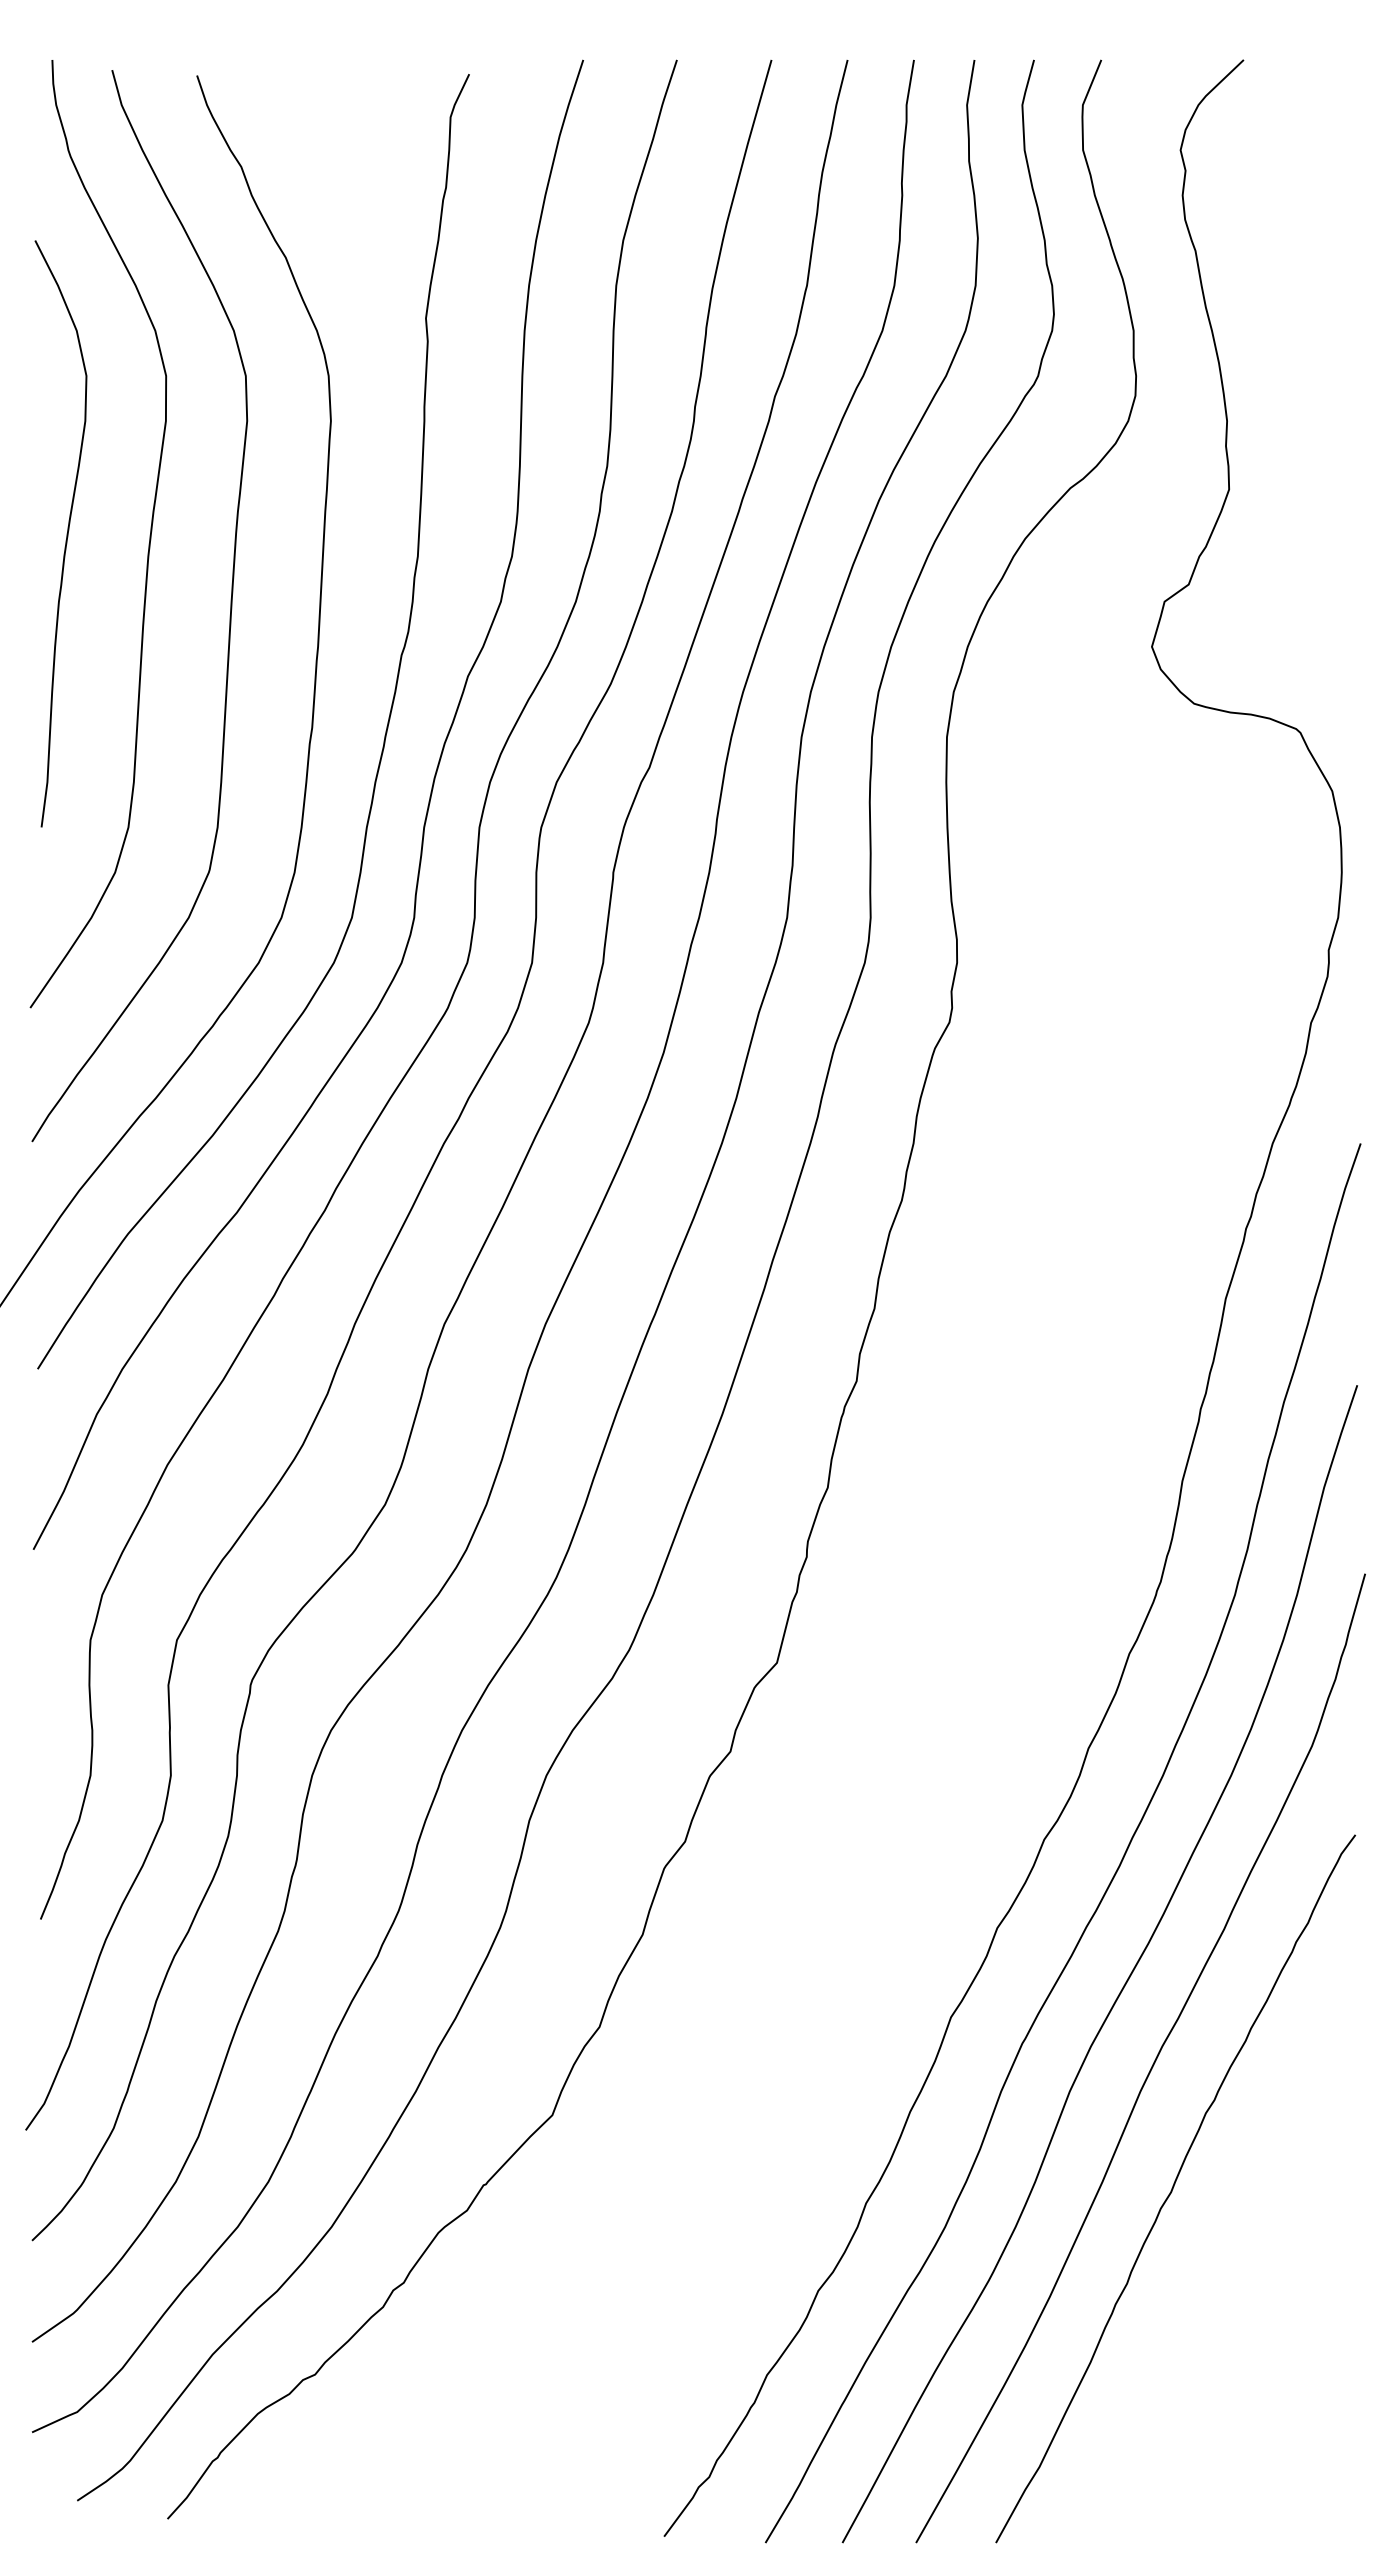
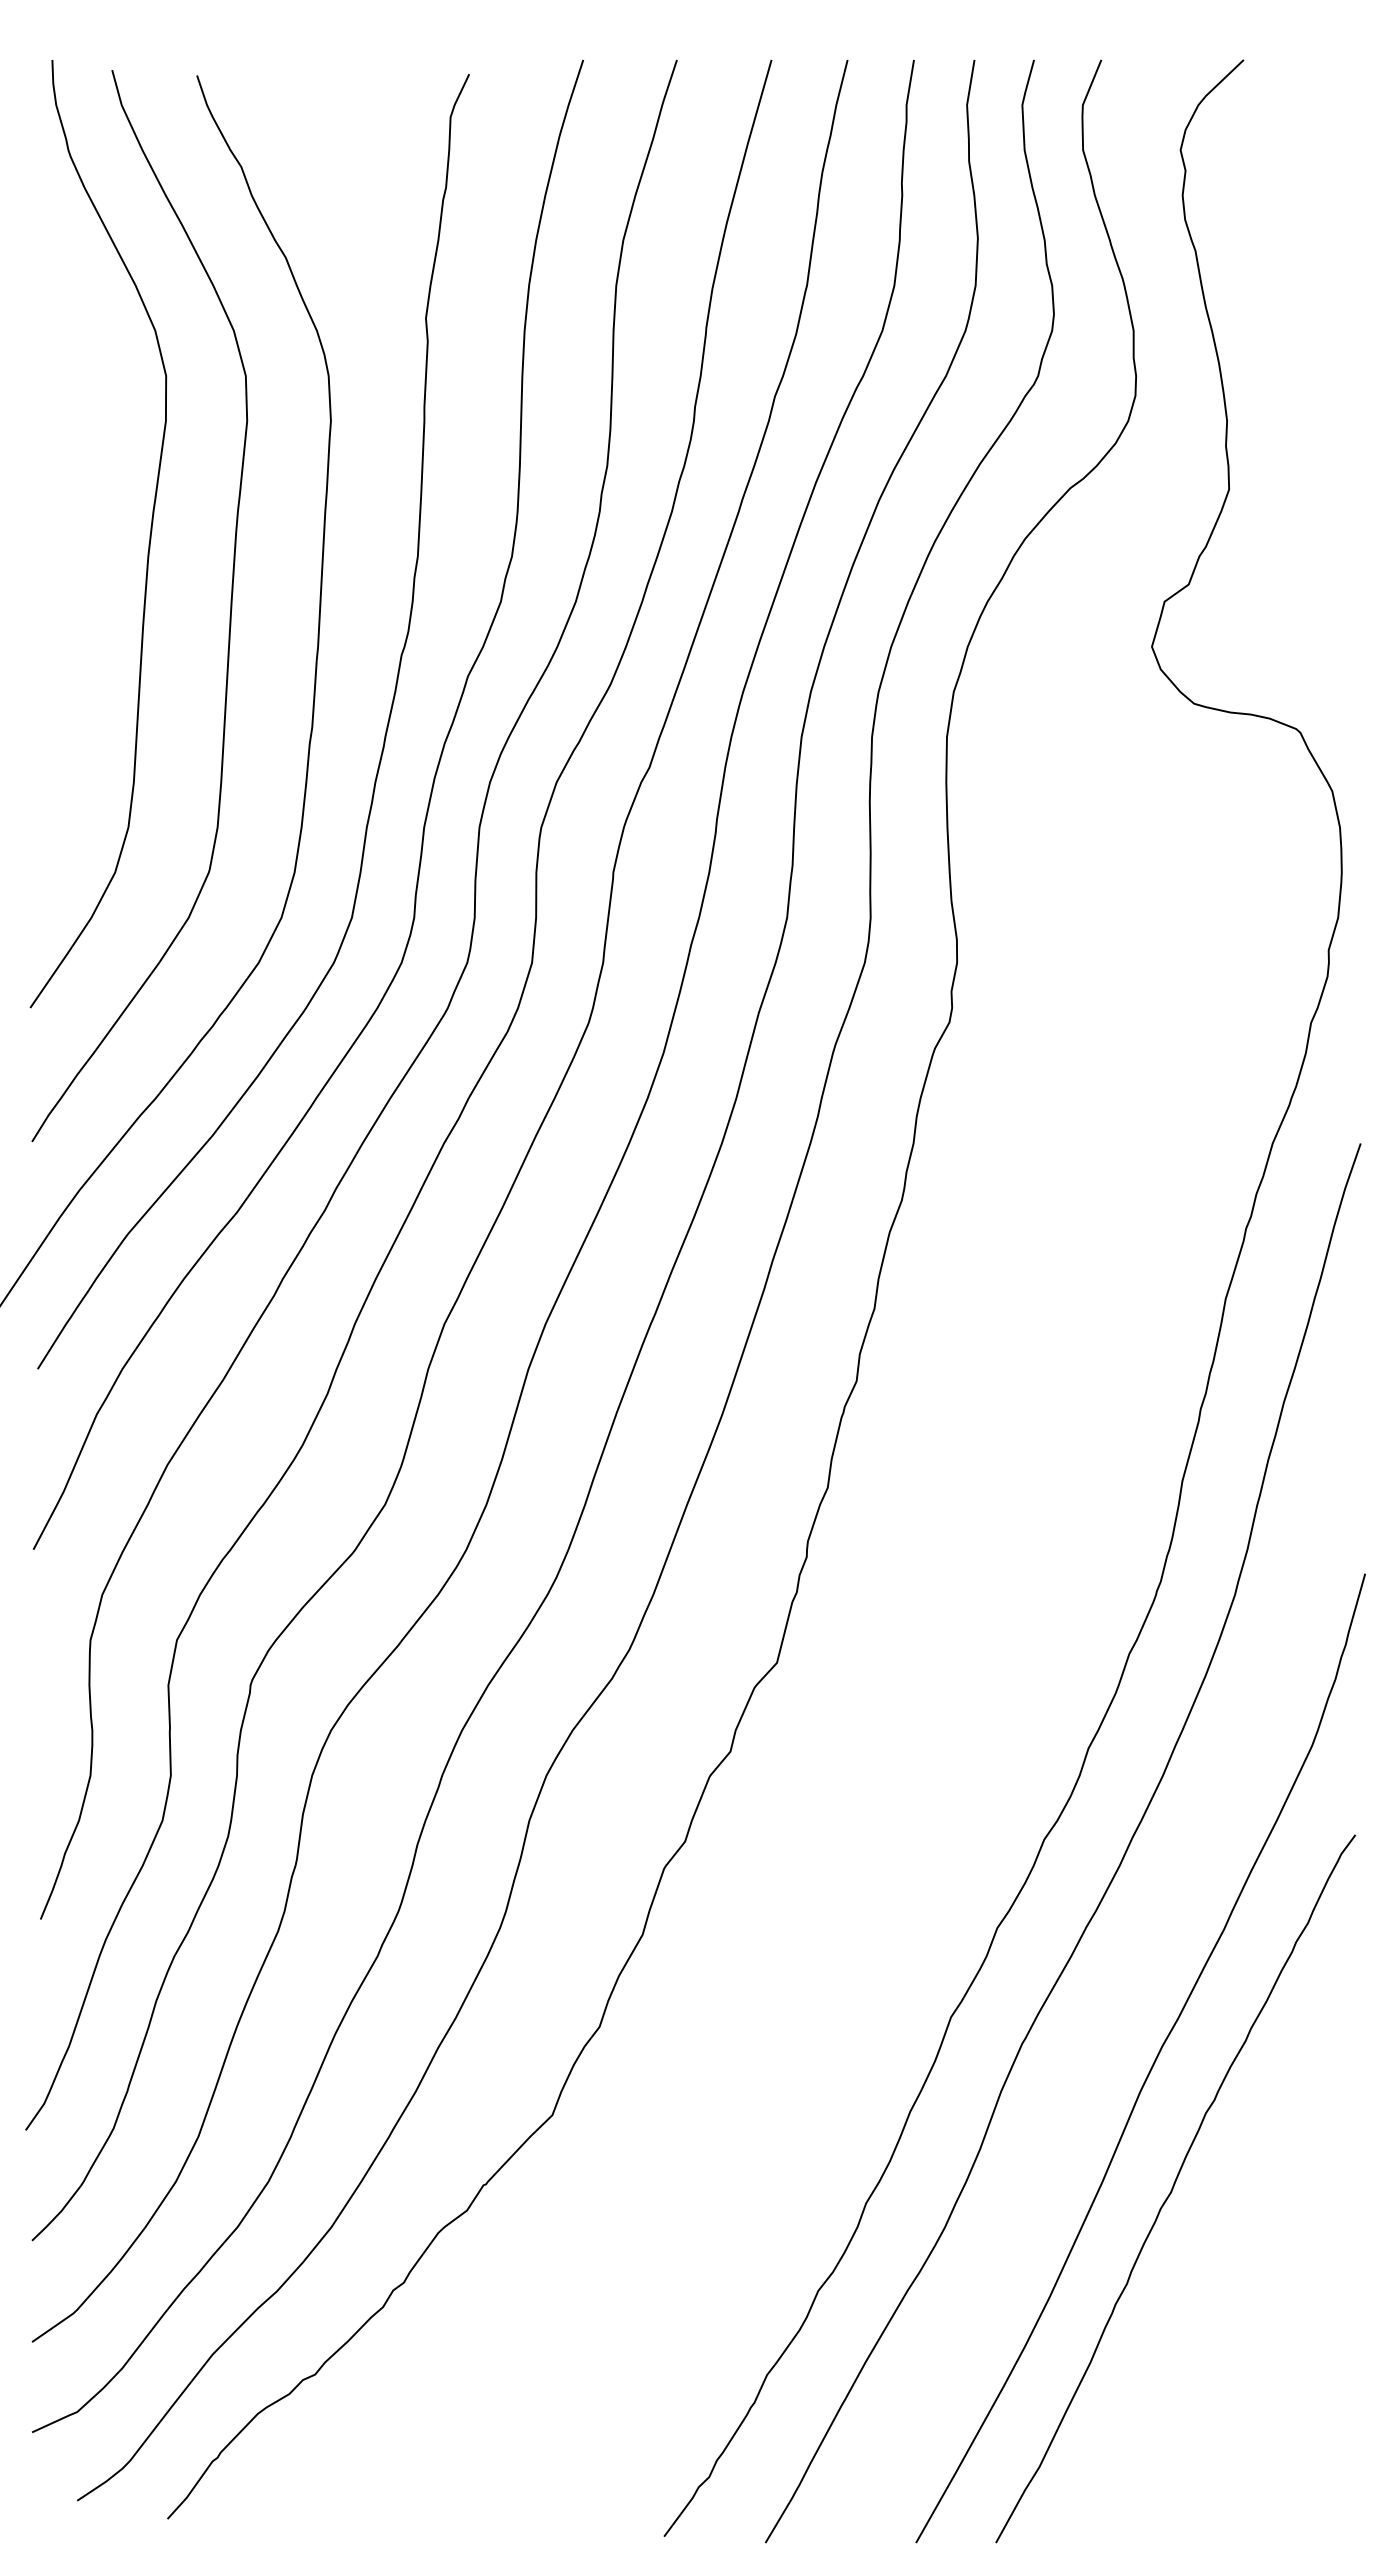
curve at (66, 533): present -> none
curve at (1125, 1981): present -> none
